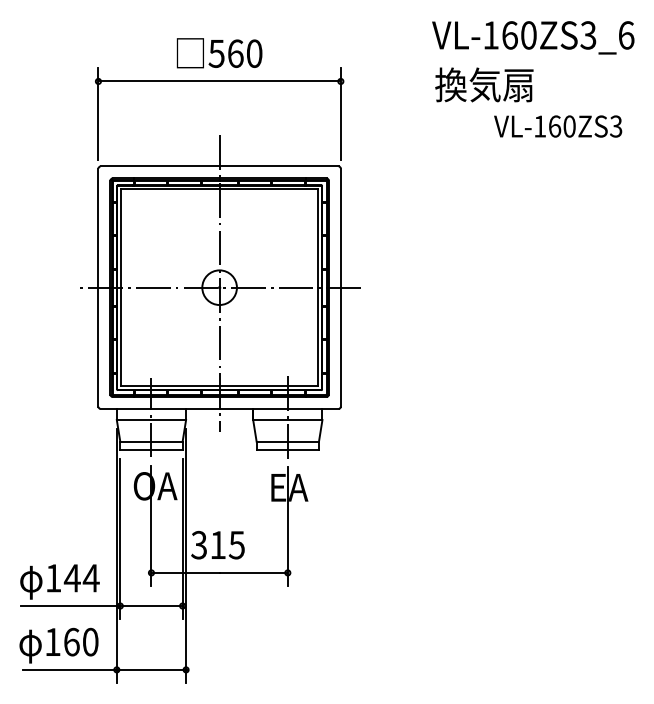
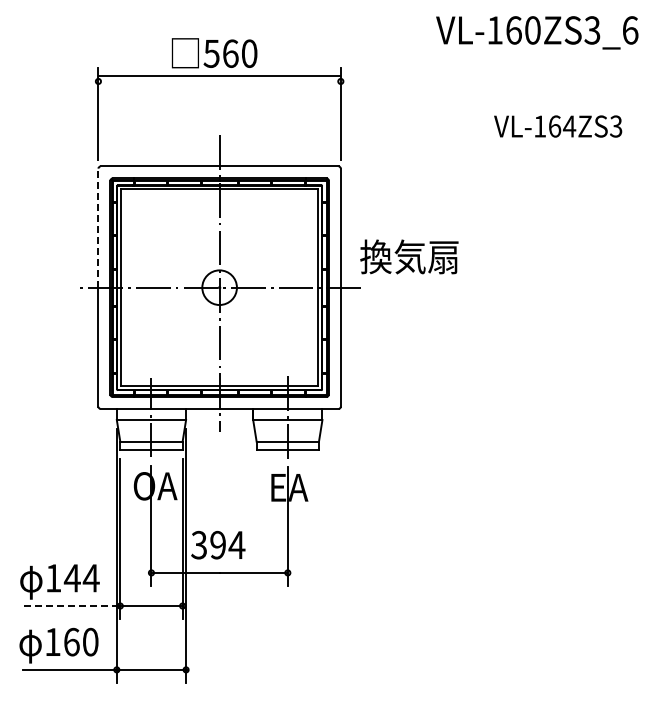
text at (533, 37) position: (533, 37) -> (537, 32)
text at (219, 53) position: (219, 53) -> (214, 53)
line at (219, 81) position: (219, 81) -> (219, 76)
text at (484, 84) position: (484, 84) -> (409, 256)
text at (569, 126): VL-160ZS3 -> VL-164ZS3
line at (98, 228): solid -> dashed
text at (227, 544): 315 -> 394
line at (69, 606): solid -> dashed
